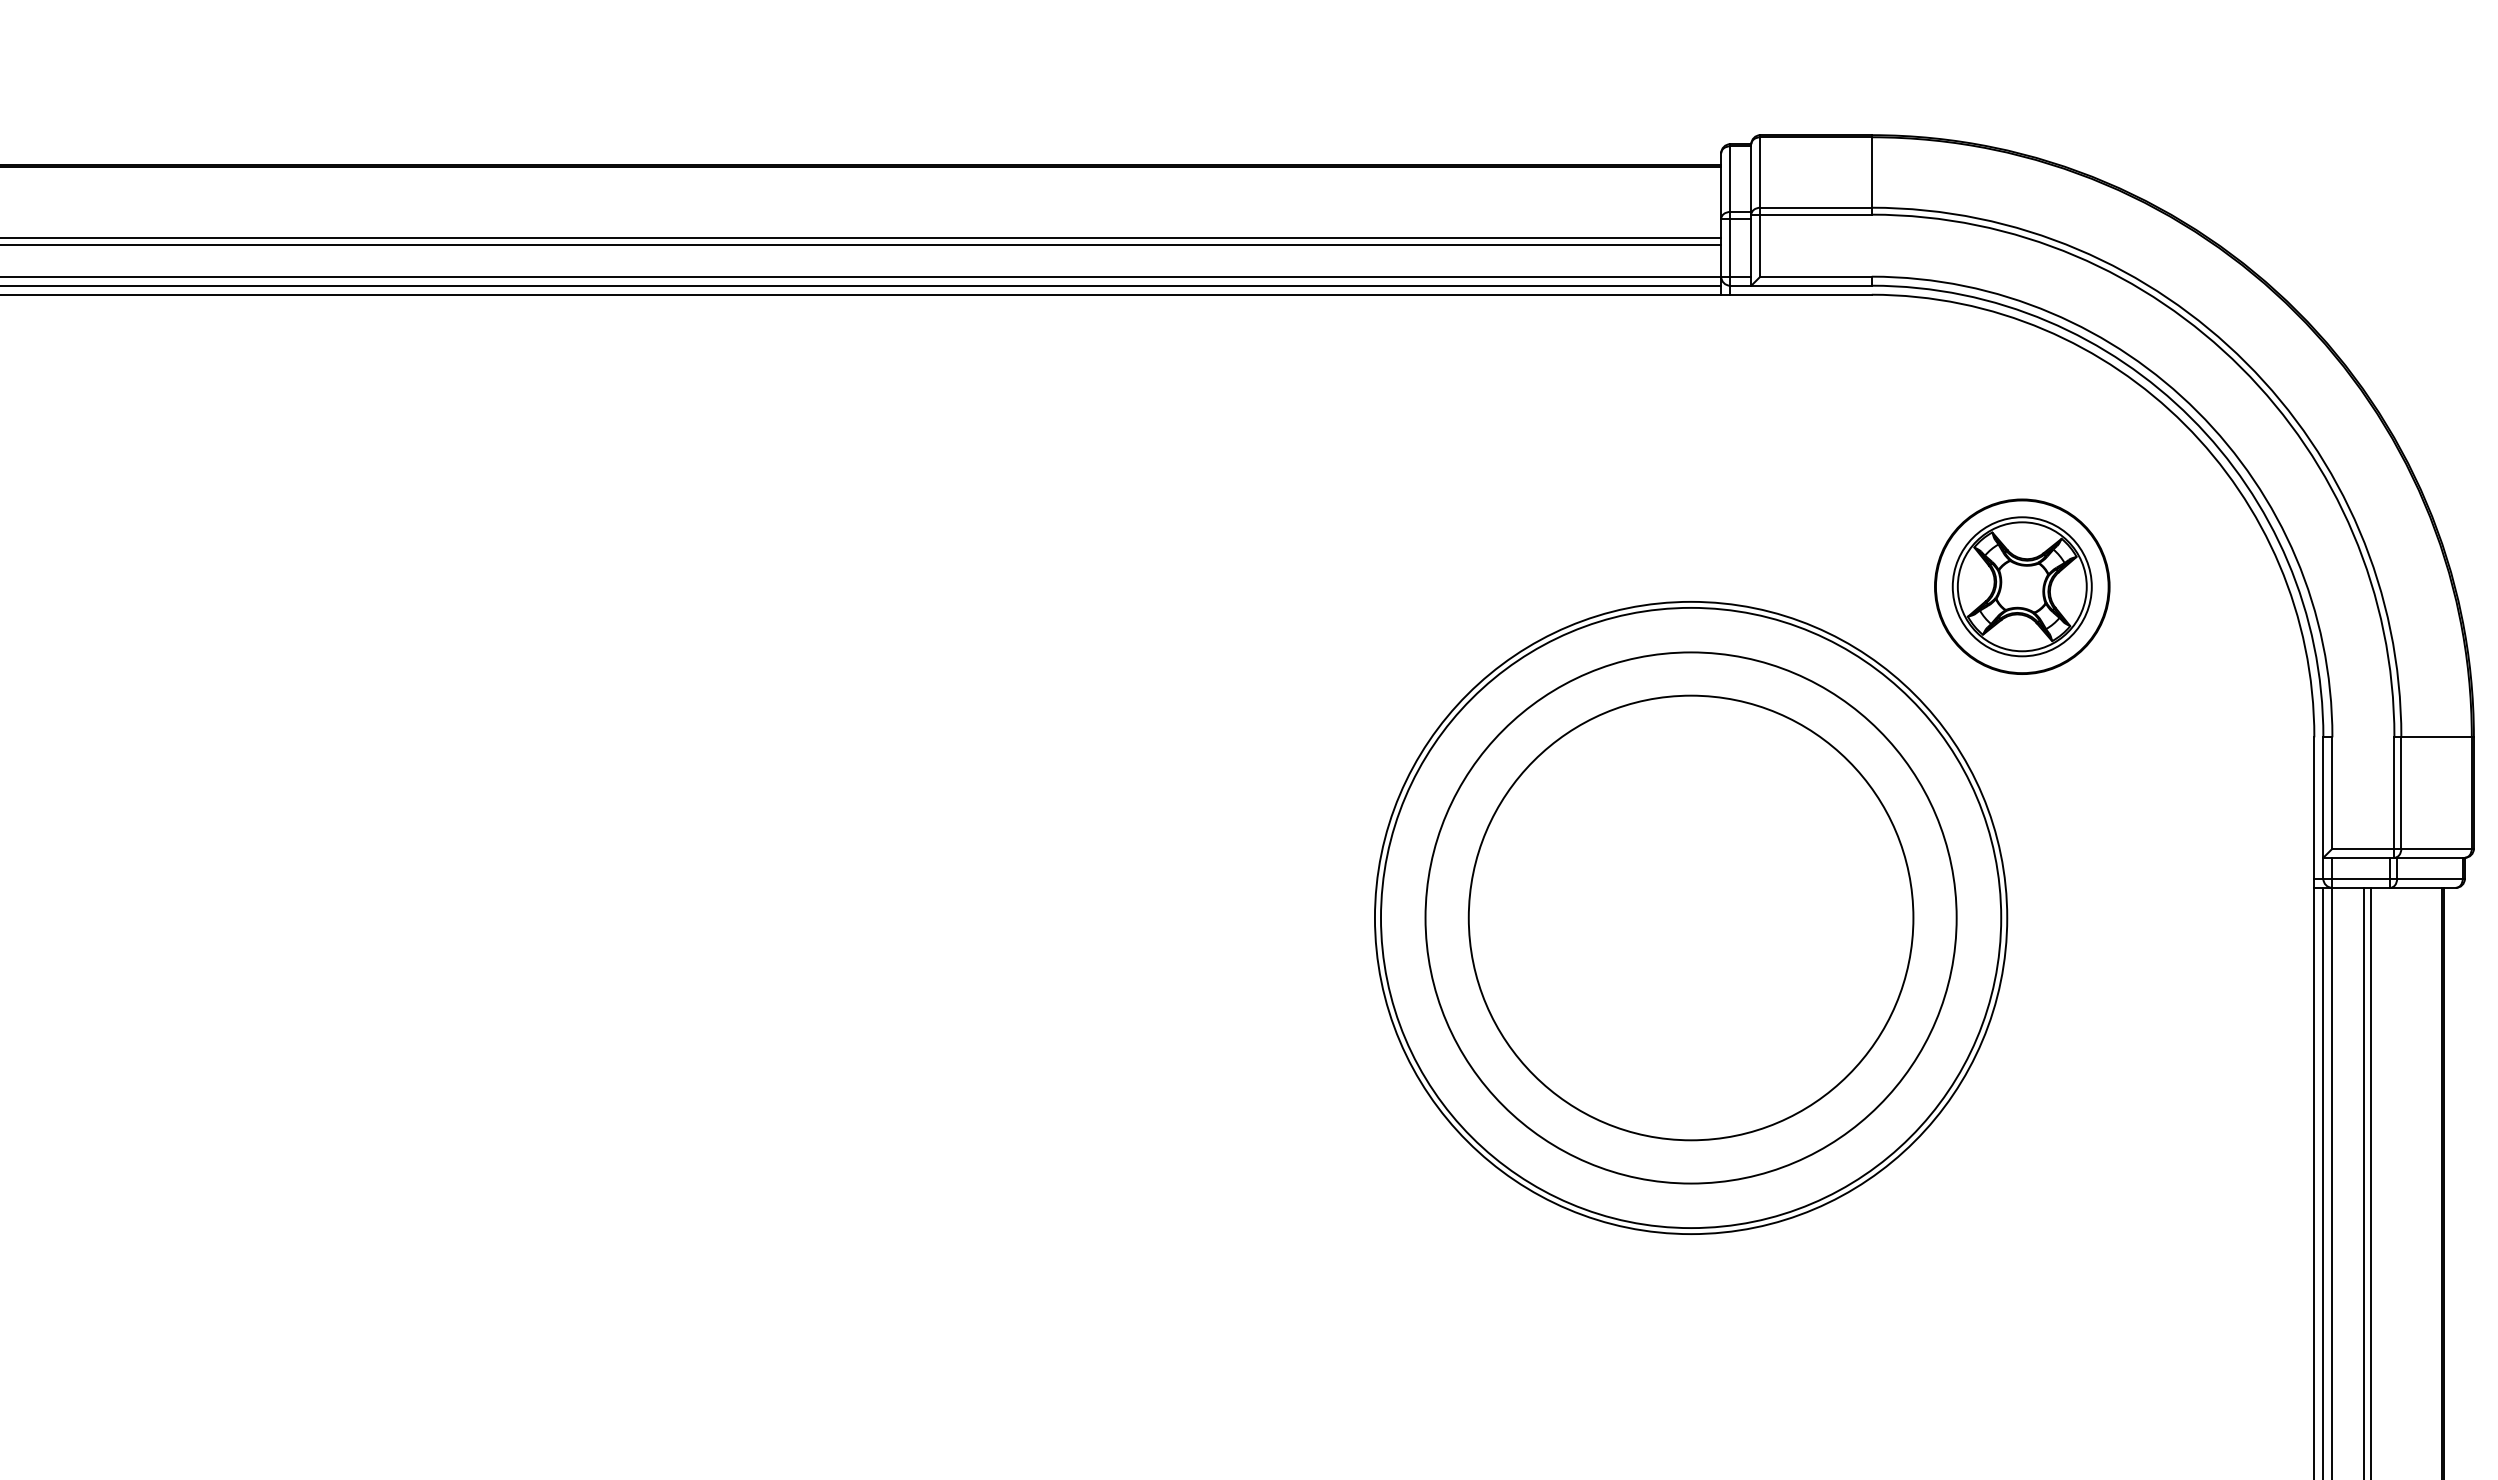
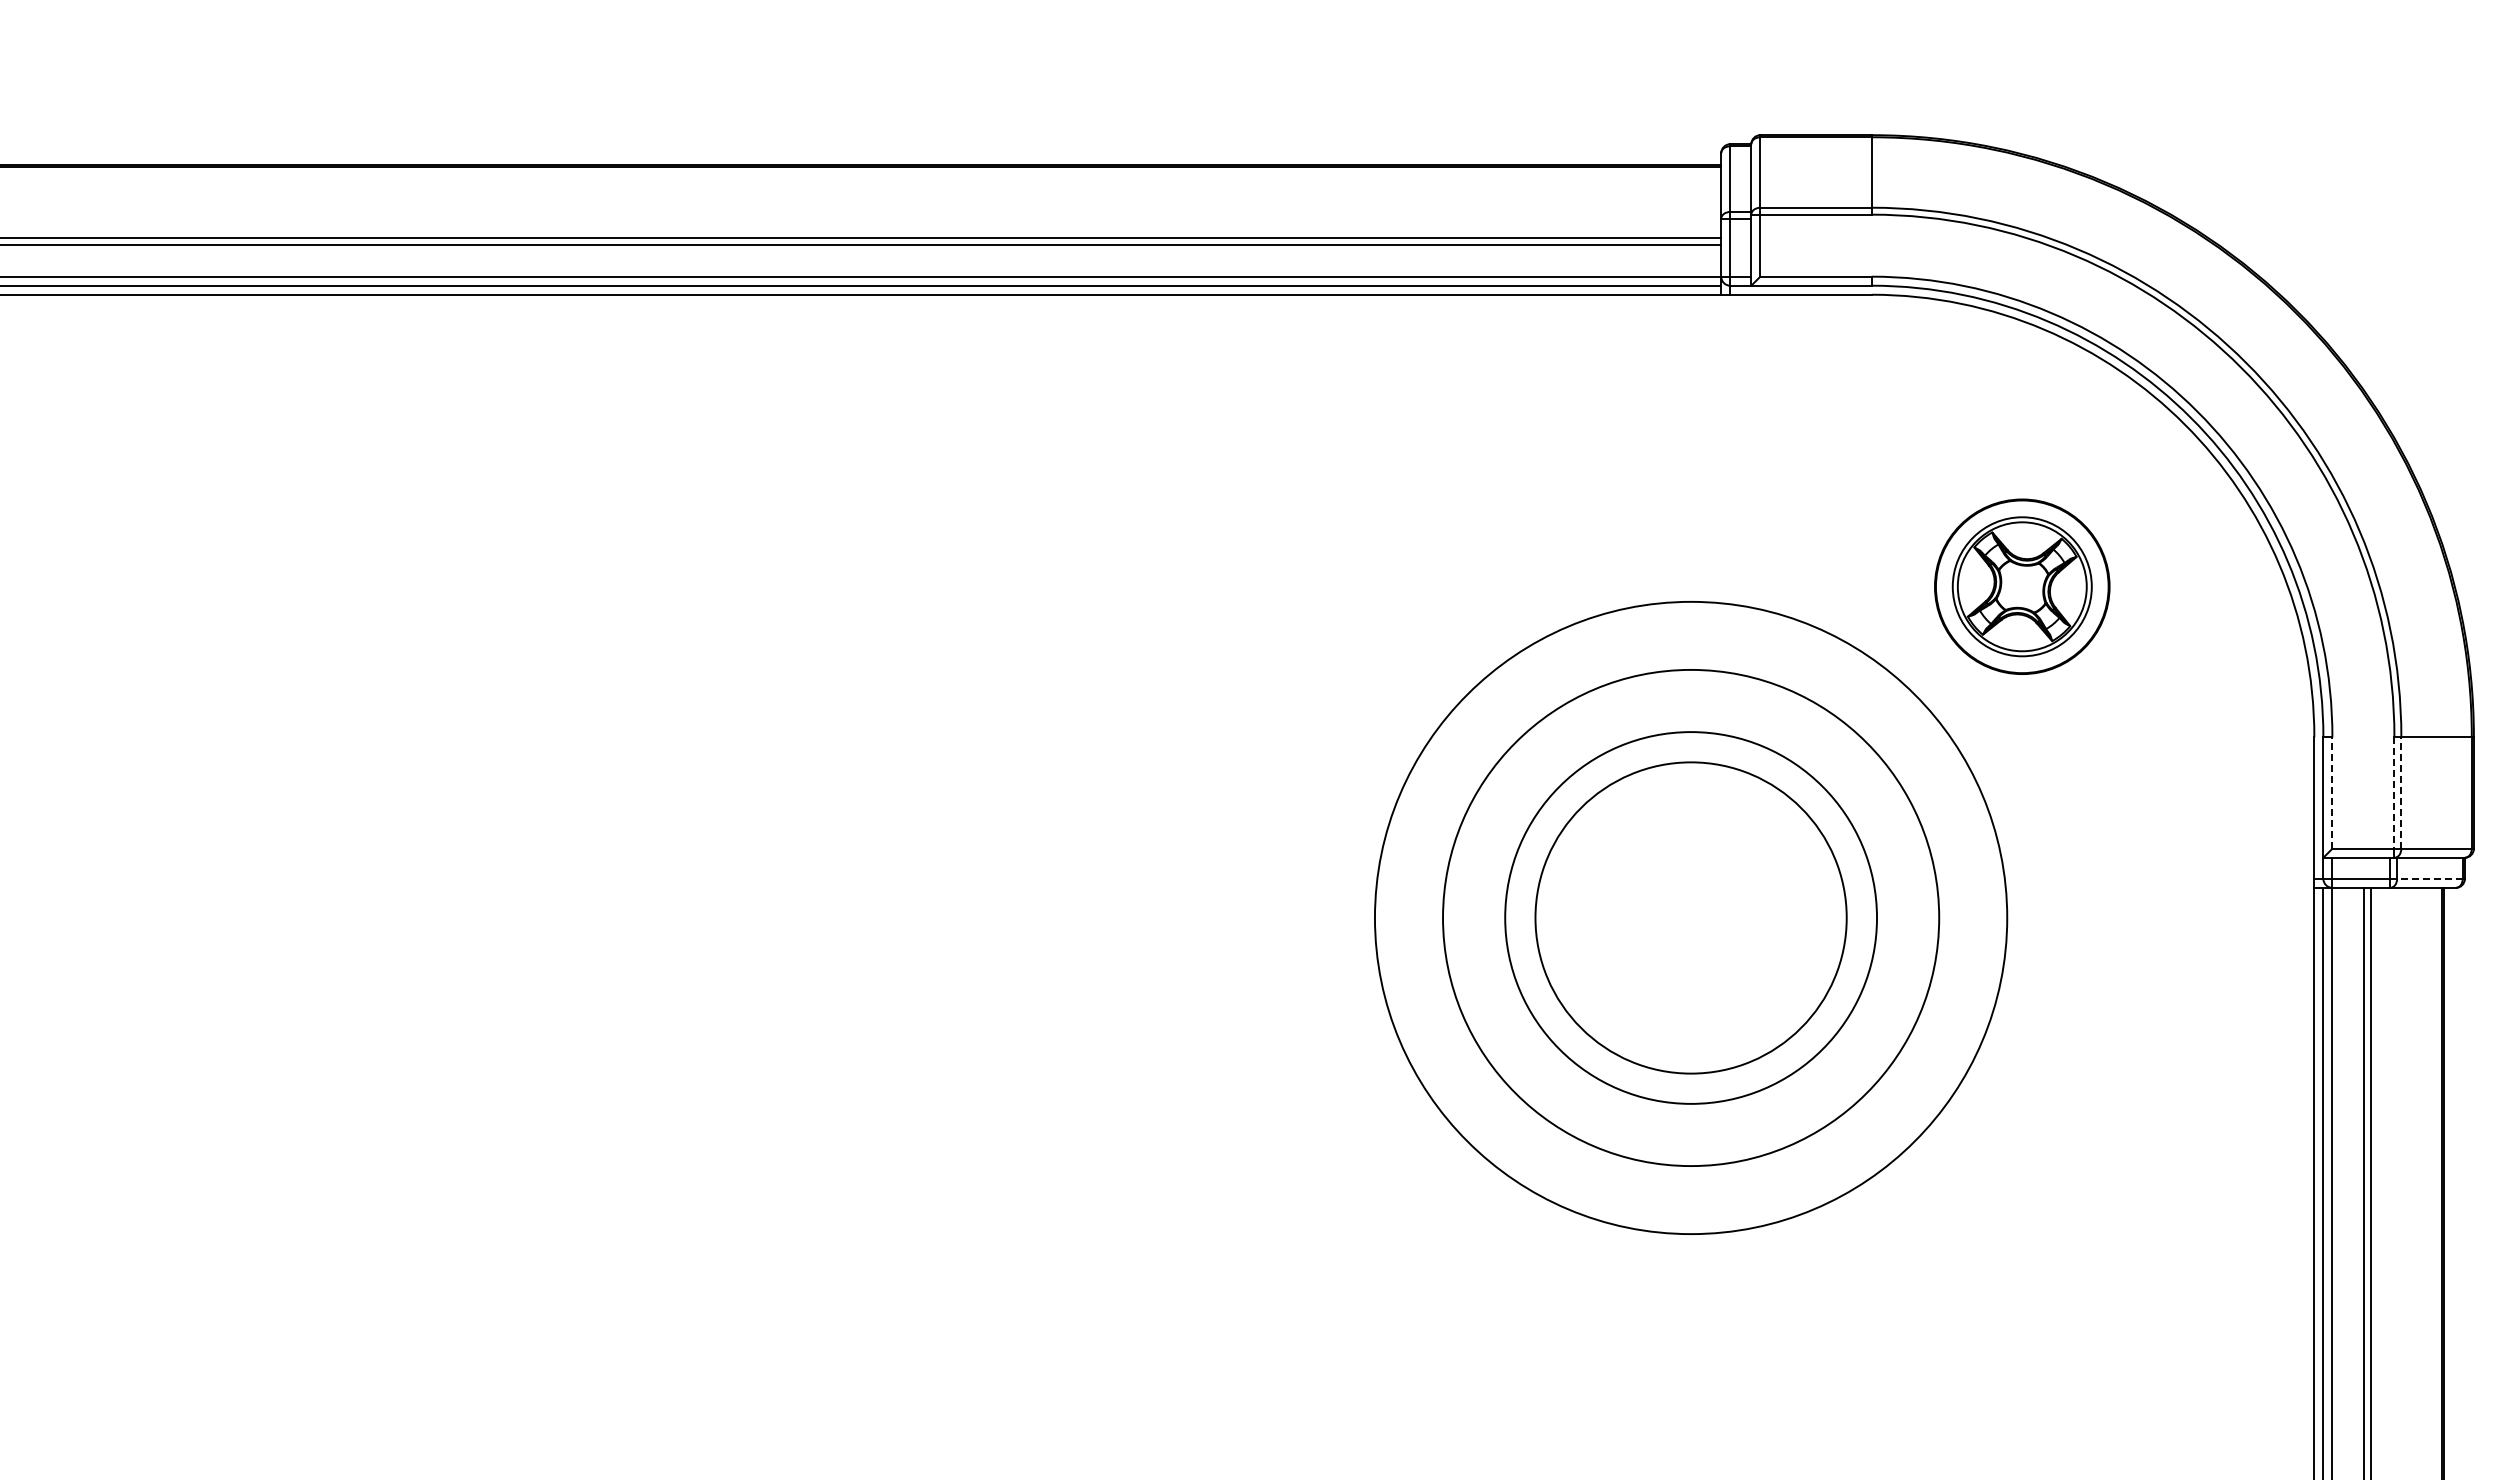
line at (2332, 793): solid -> dashed
line at (2394, 793): solid -> dashed
line at (2401, 793): solid -> dashed
line at (2429, 878): solid -> dashed
circle at (1690, 917) diameter: 445 px -> 311 px
circle at (1690, 917) diameter: 531 px -> 372 px
circle at (1690, 917) diameter: 620 px -> 496 px
